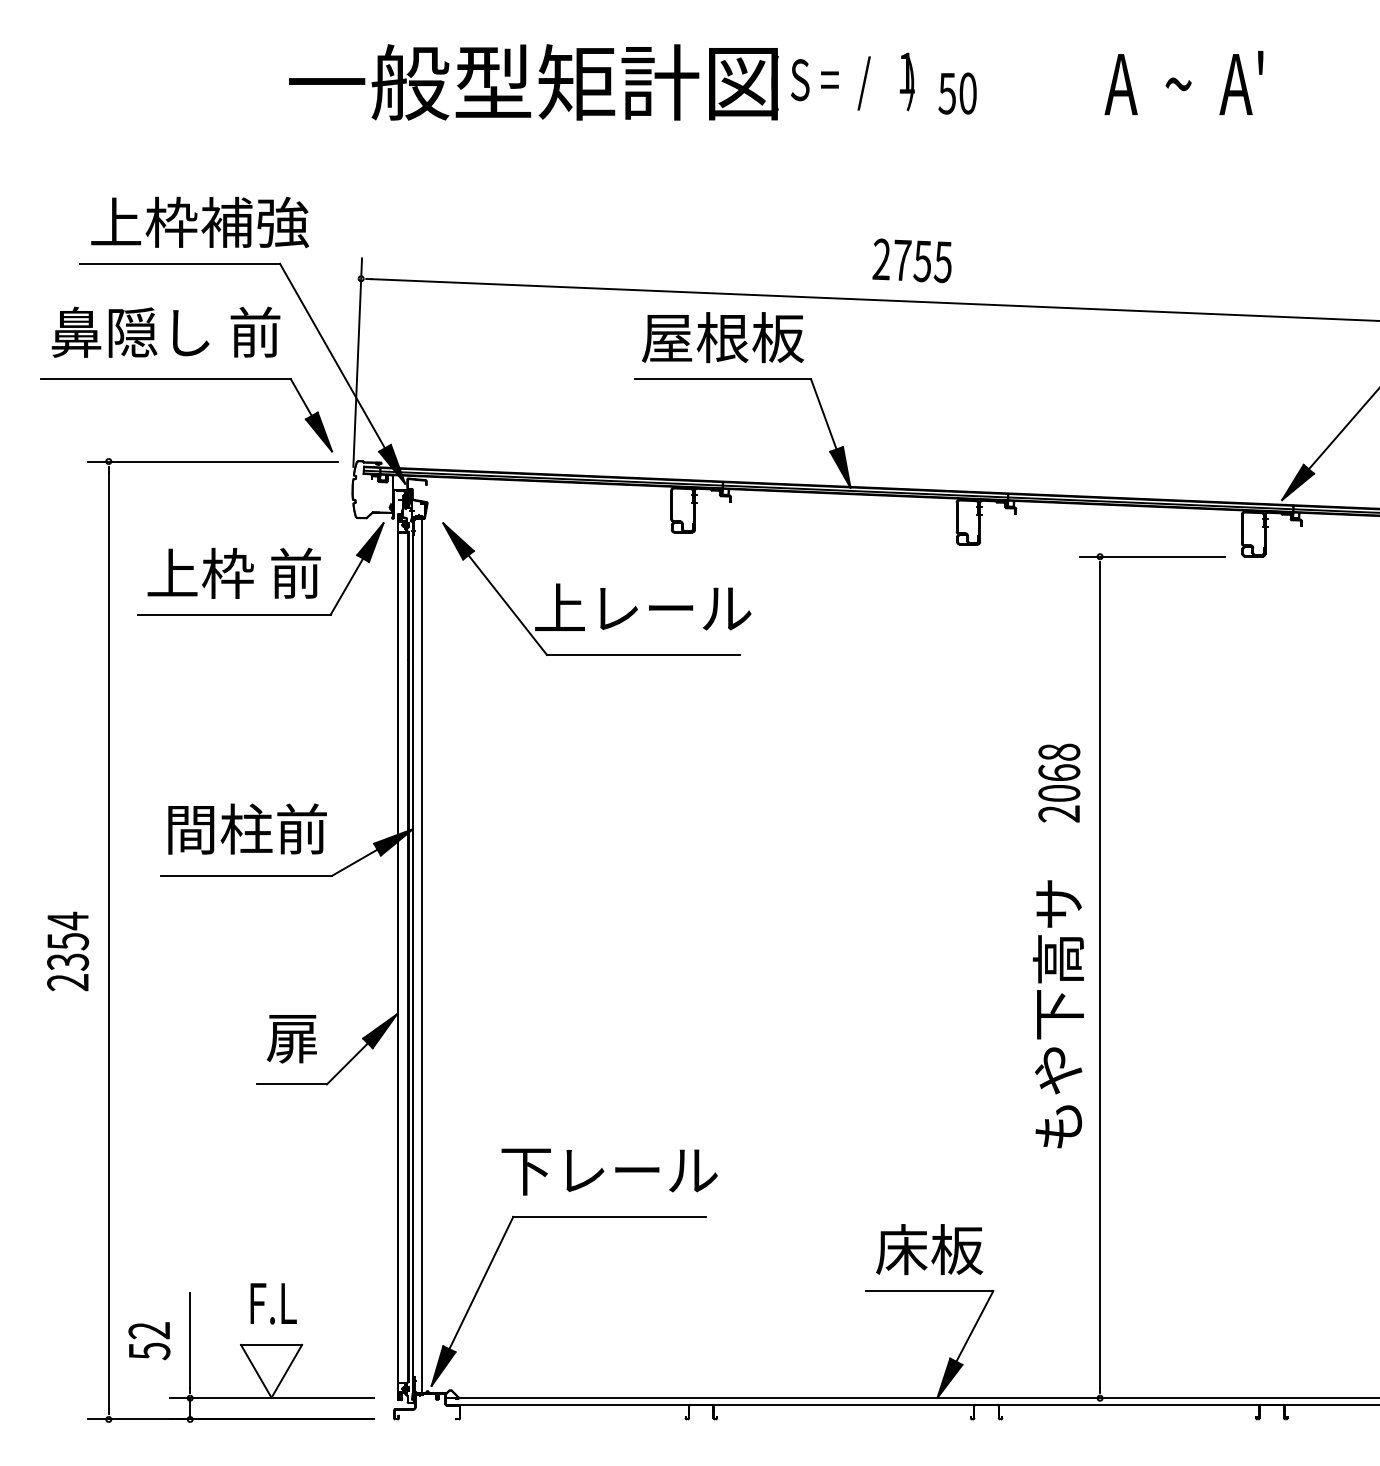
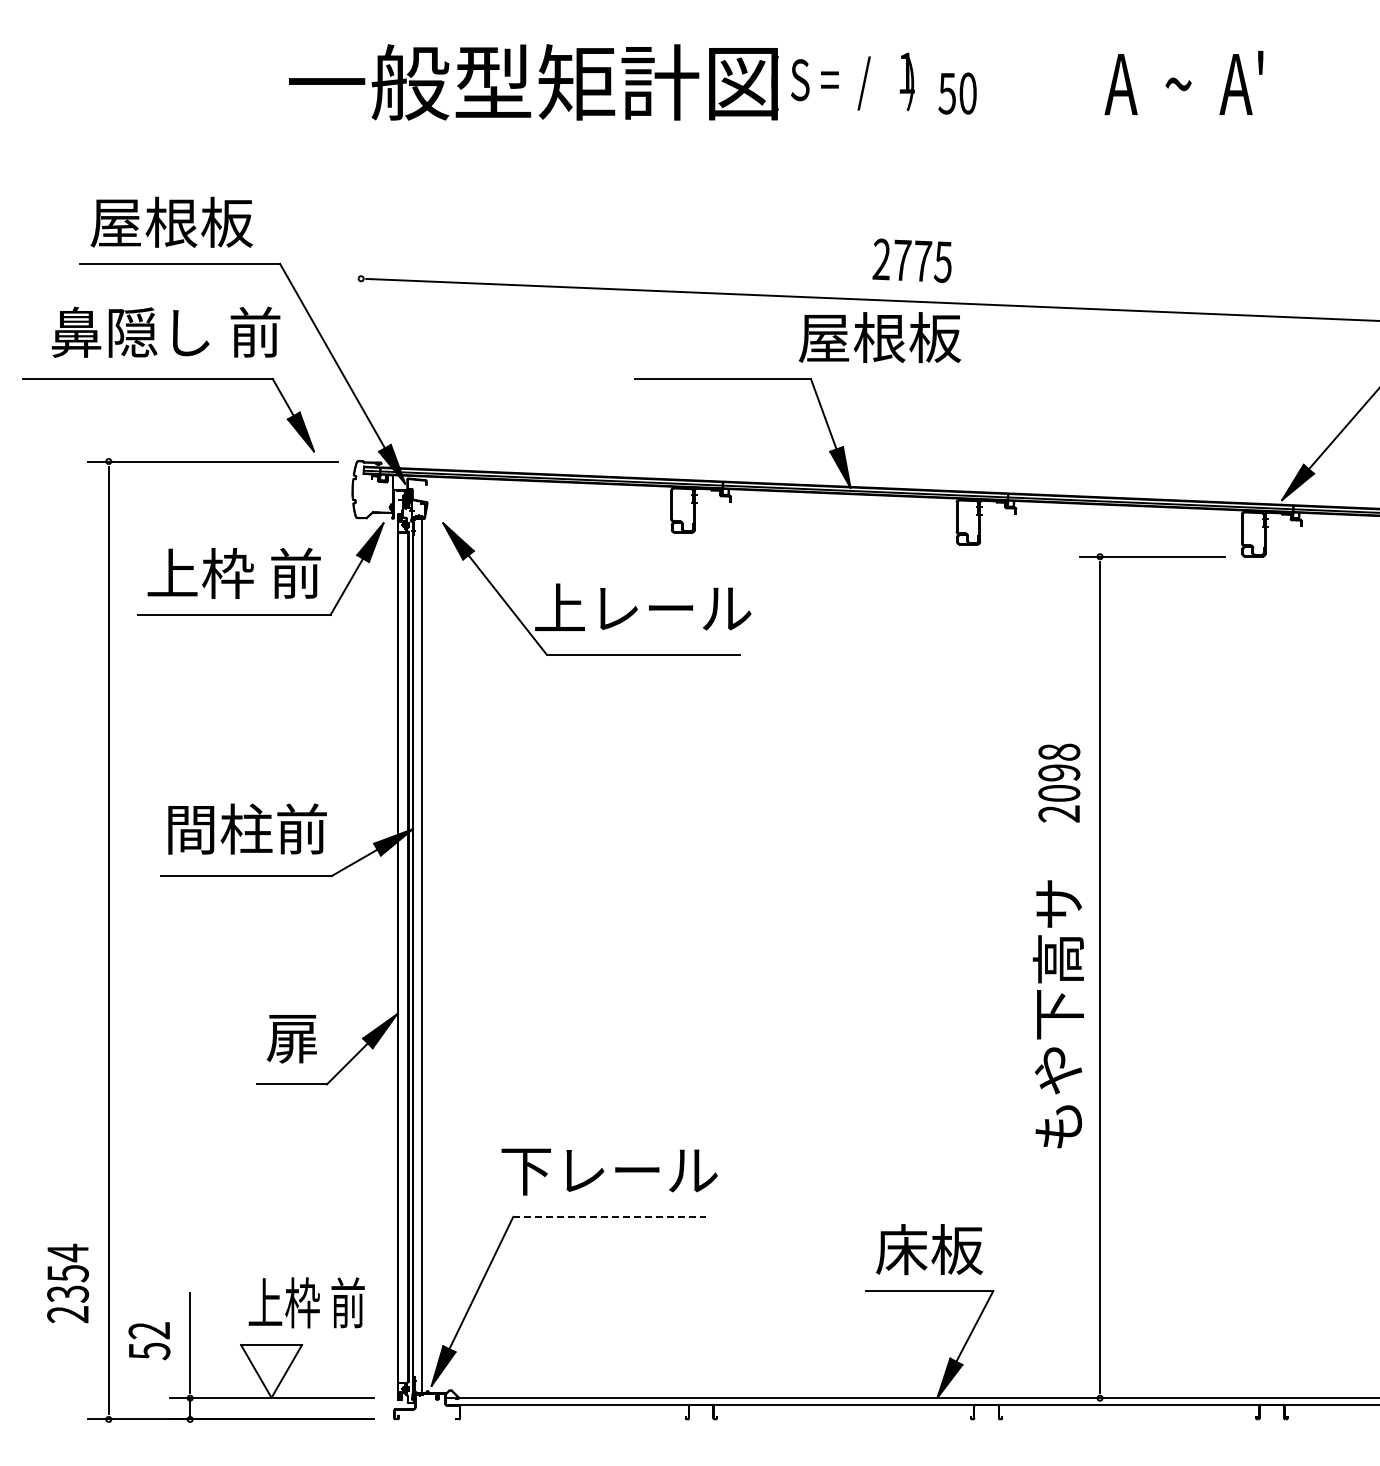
text at (199, 222): 上枠補強 -> 屋根板
text at (922, 261): 2755 -> 2775
text at (722, 337) position: (722, 337) -> (879, 337)
line at (357, 362): present -> none
part at (186, 379) position: (186, 379) -> (168, 379)
text at (1059, 772): 2068 -> 2098
text at (68, 951) position: (68, 951) -> (68, 1283)
line at (610, 1216): solid -> dashed
text at (306, 1302): F.L -> 上枠 前
